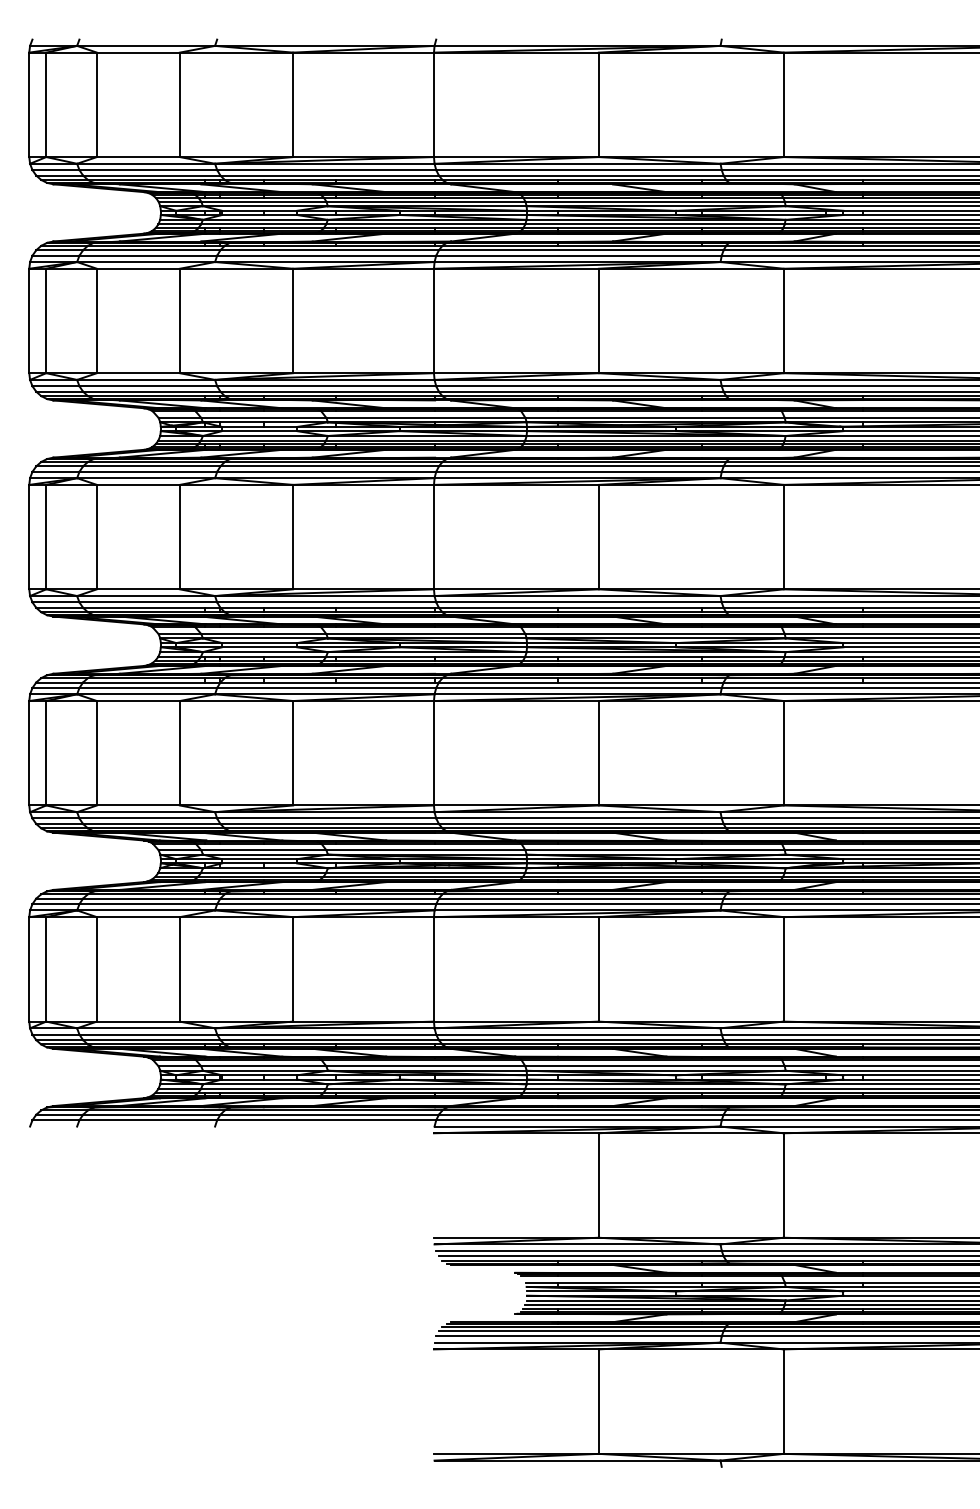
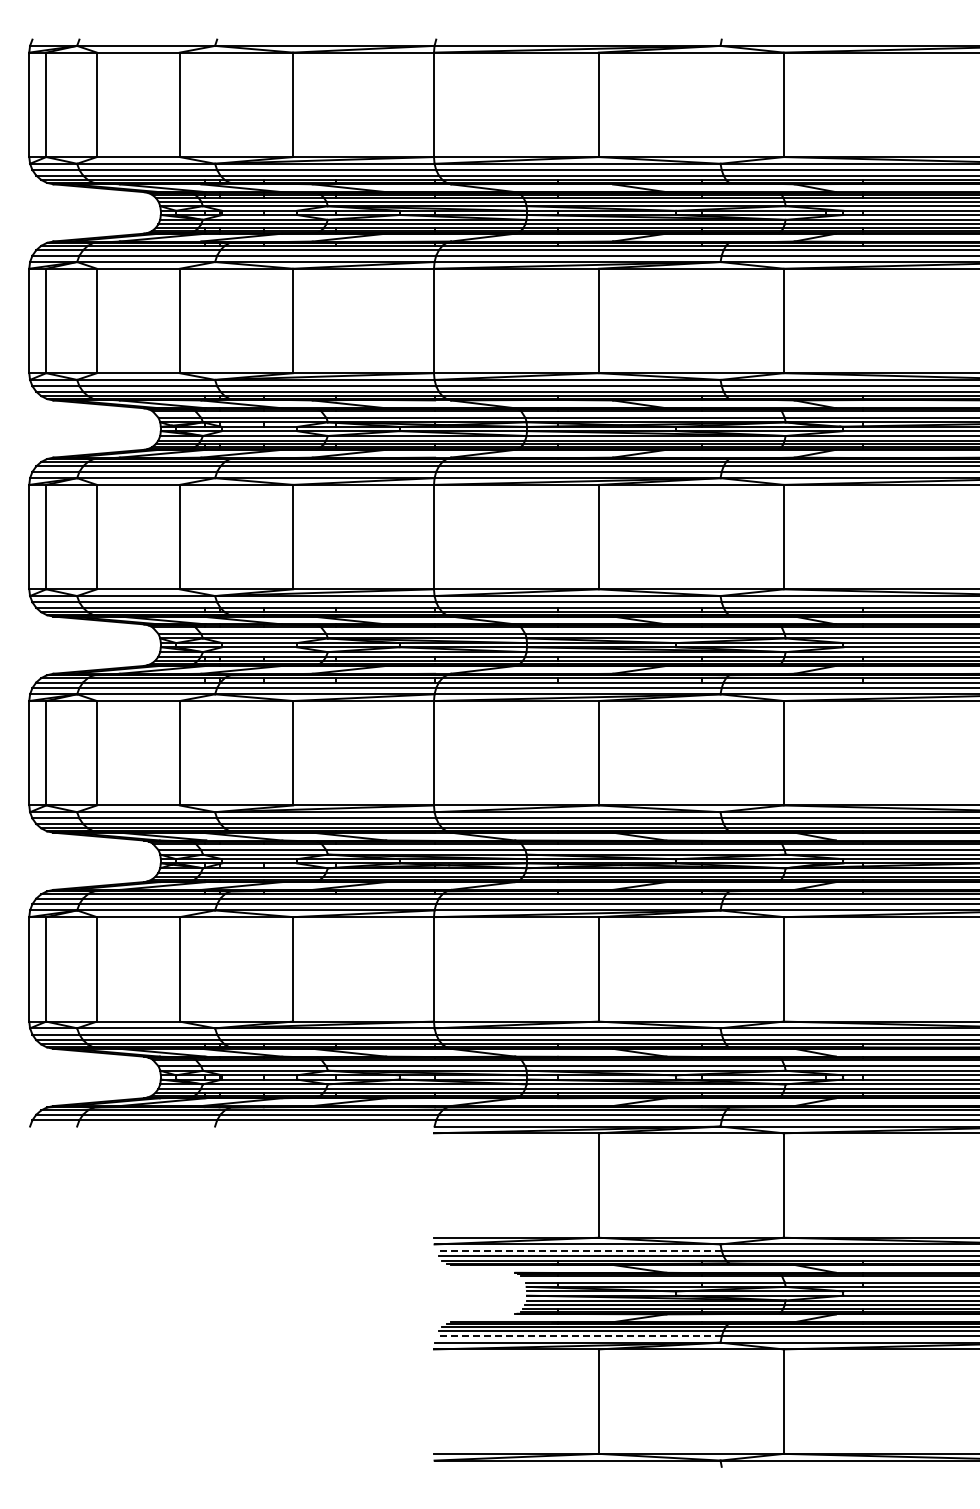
line at (578, 1250): solid -> dashed
line at (578, 1336): solid -> dashed
